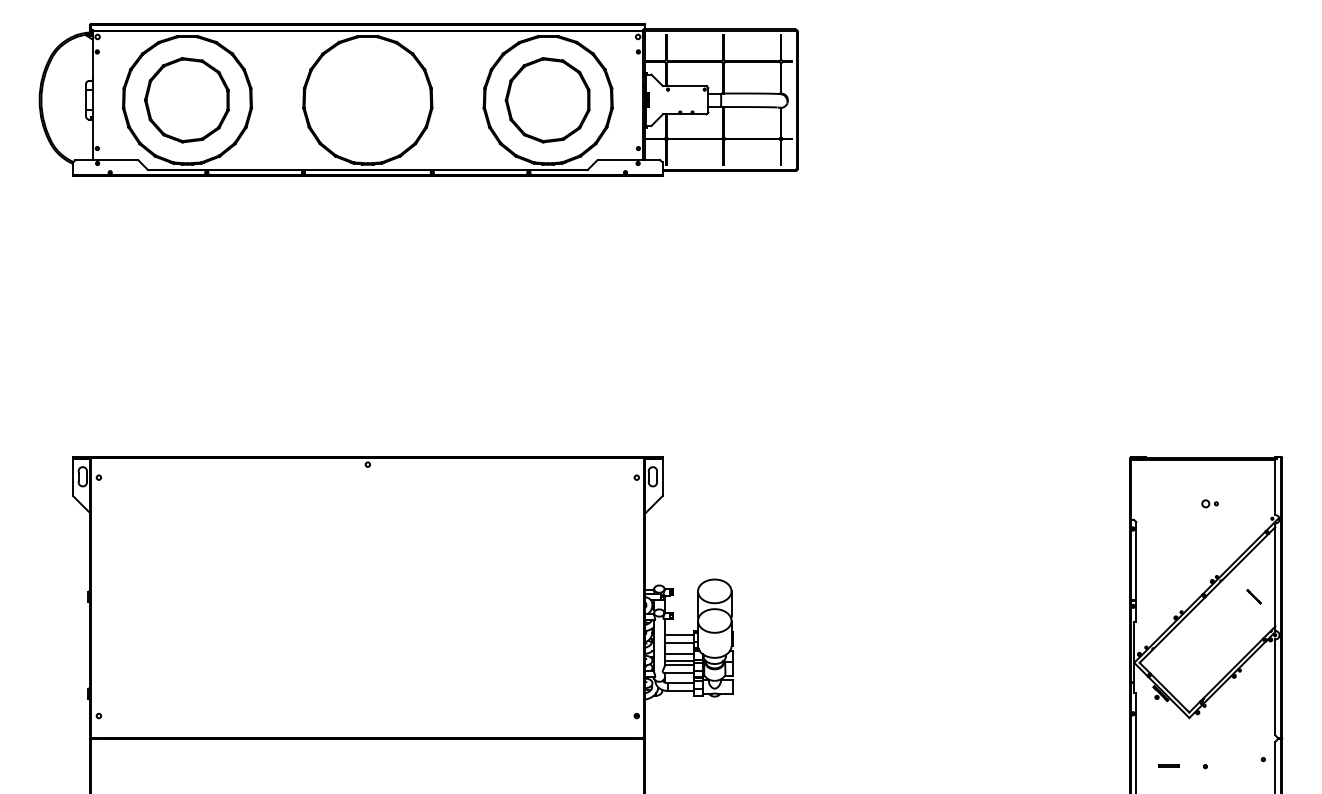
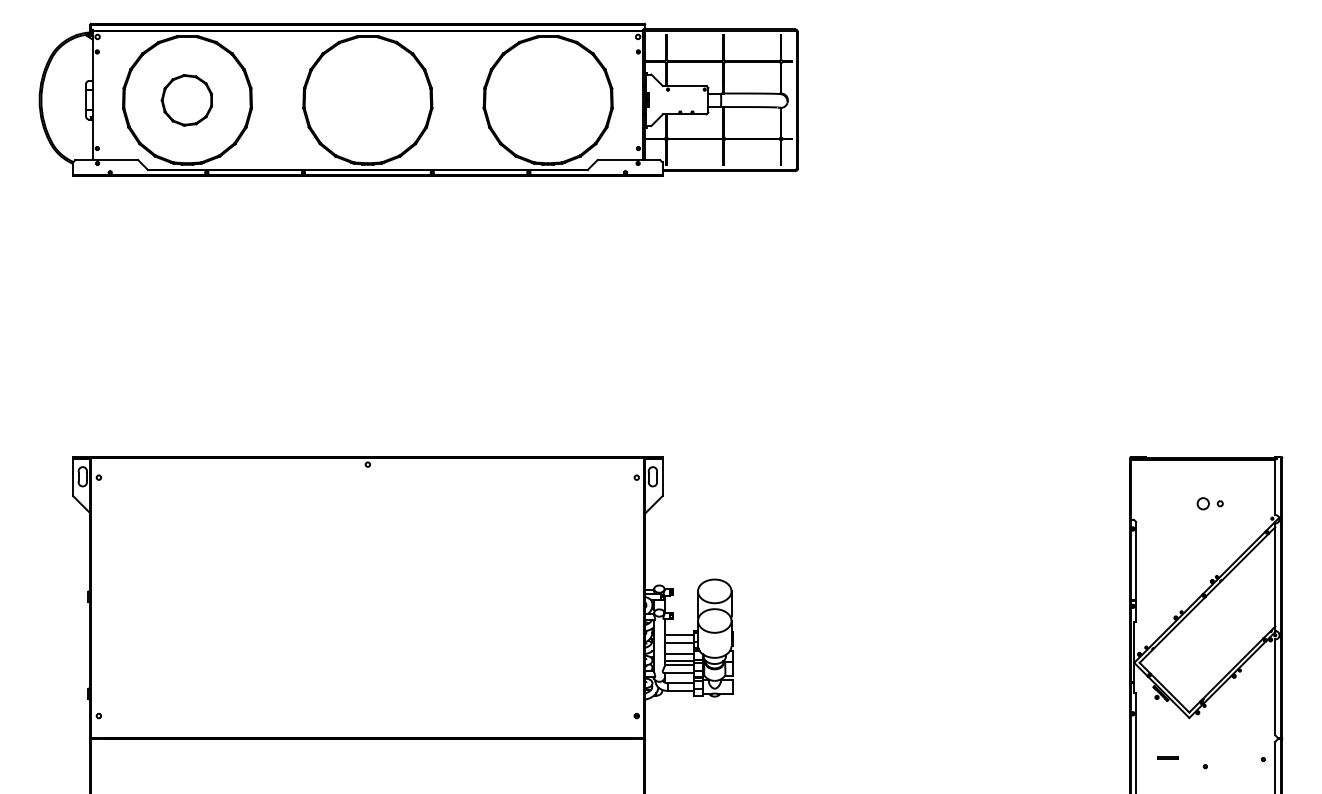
part at (186, 100) size: 86x87 px -> 53x53 px
part at (547, 100): present -> none
part at (1209, 503) size: 18x10 px -> 28x14 px
line at (1253, 596): present -> none
line at (1168, 765) position: (1168, 765) -> (1167, 757)
